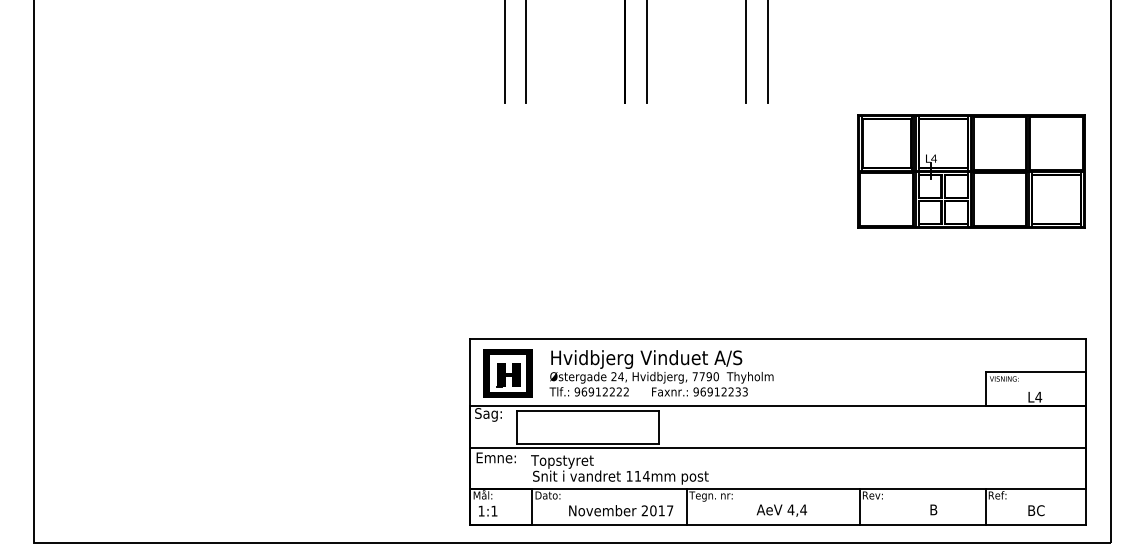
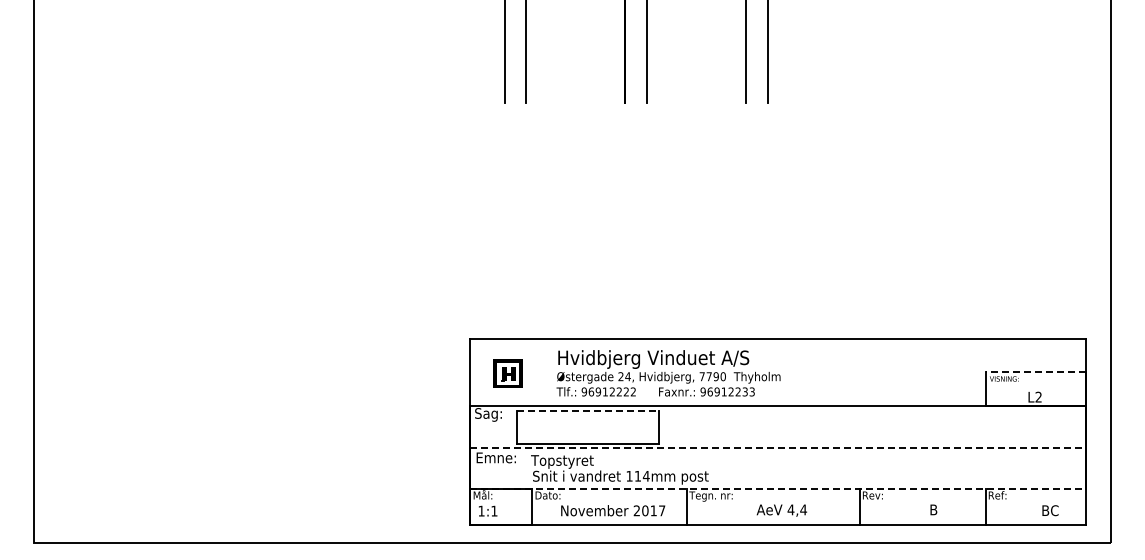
part at (971, 171): present -> none
line at (1035, 372): solid -> dashed
part at (507, 373) size: 50x49 px -> 30x29 px
text at (661, 373) position: (661, 373) -> (668, 373)
text at (1038, 396): L4 -> L2
line at (588, 410): solid -> dashed
line at (778, 448): solid -> dashed
line at (778, 488): solid -> dashed
text at (621, 510) position: (621, 510) -> (613, 510)
text at (1036, 510) position: (1036, 510) -> (1050, 510)
